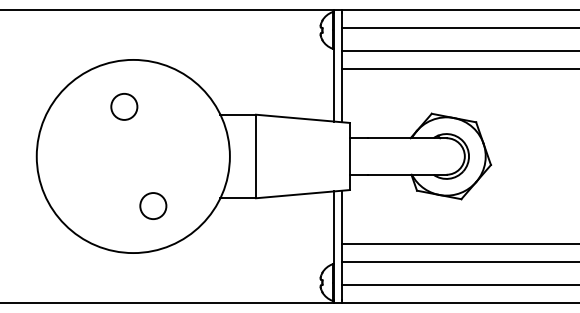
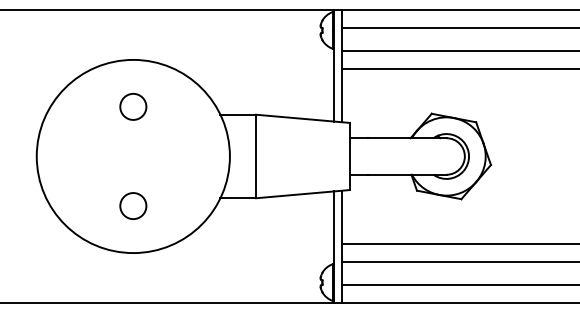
circle at (124, 106) position: (124, 106) -> (133, 106)
circle at (153, 205) position: (153, 205) -> (133, 205)
